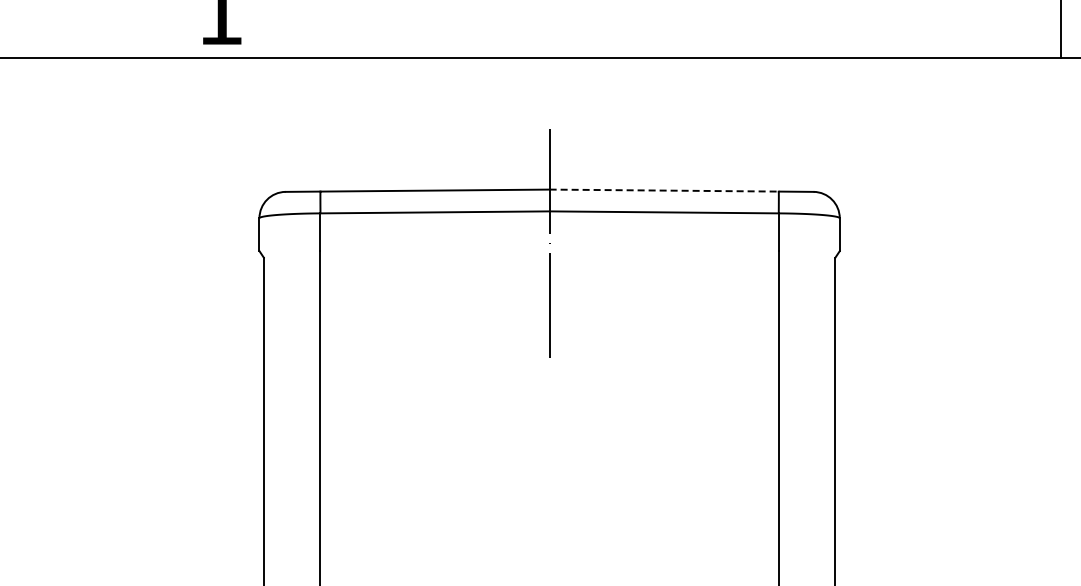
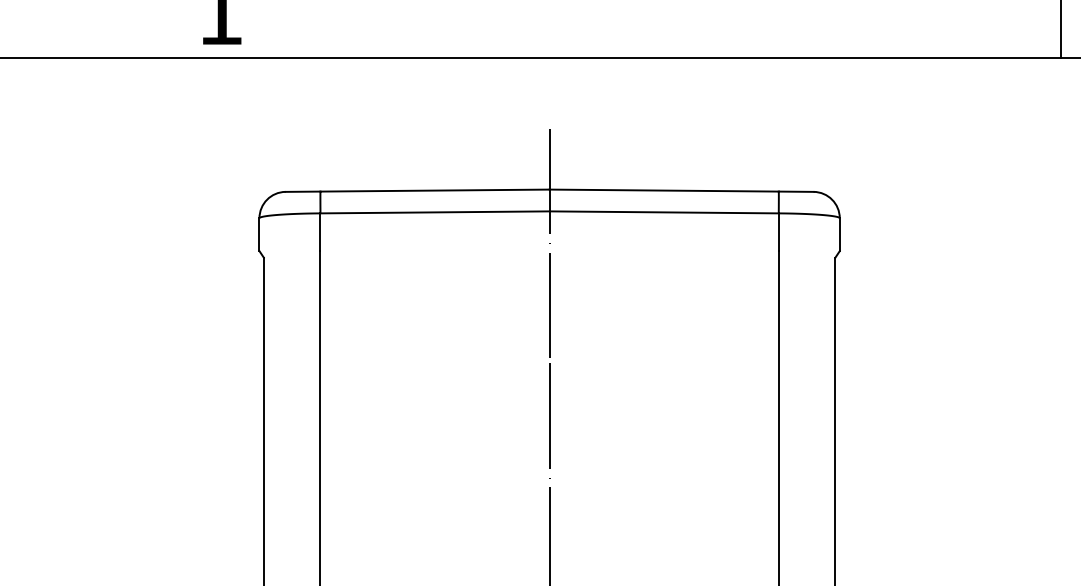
line at (664, 190): dashed -> solid
line at (549, 472): none -> present
